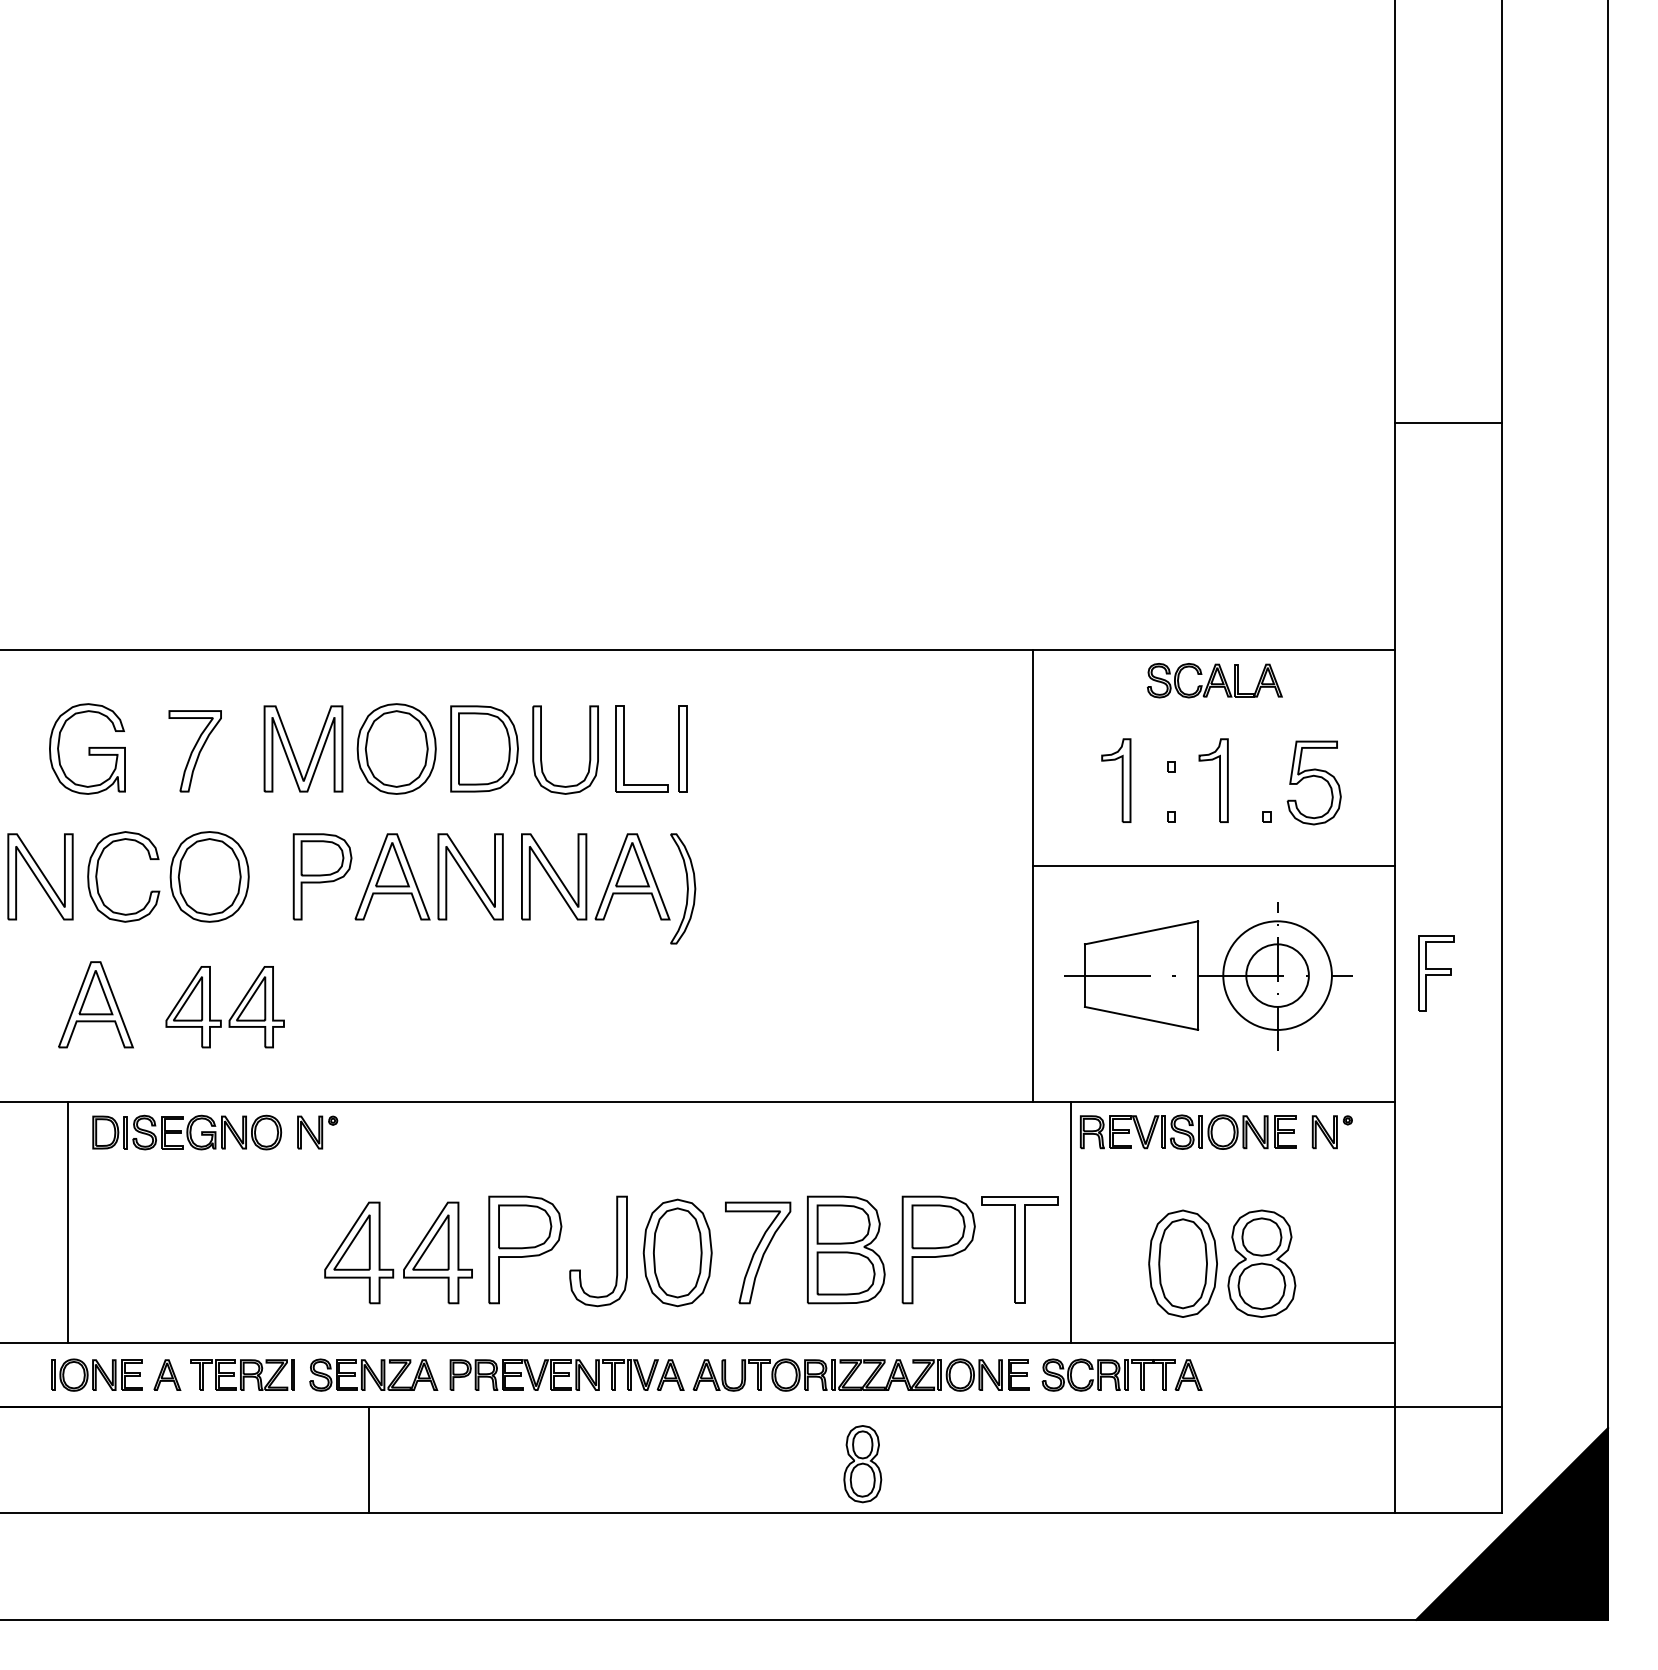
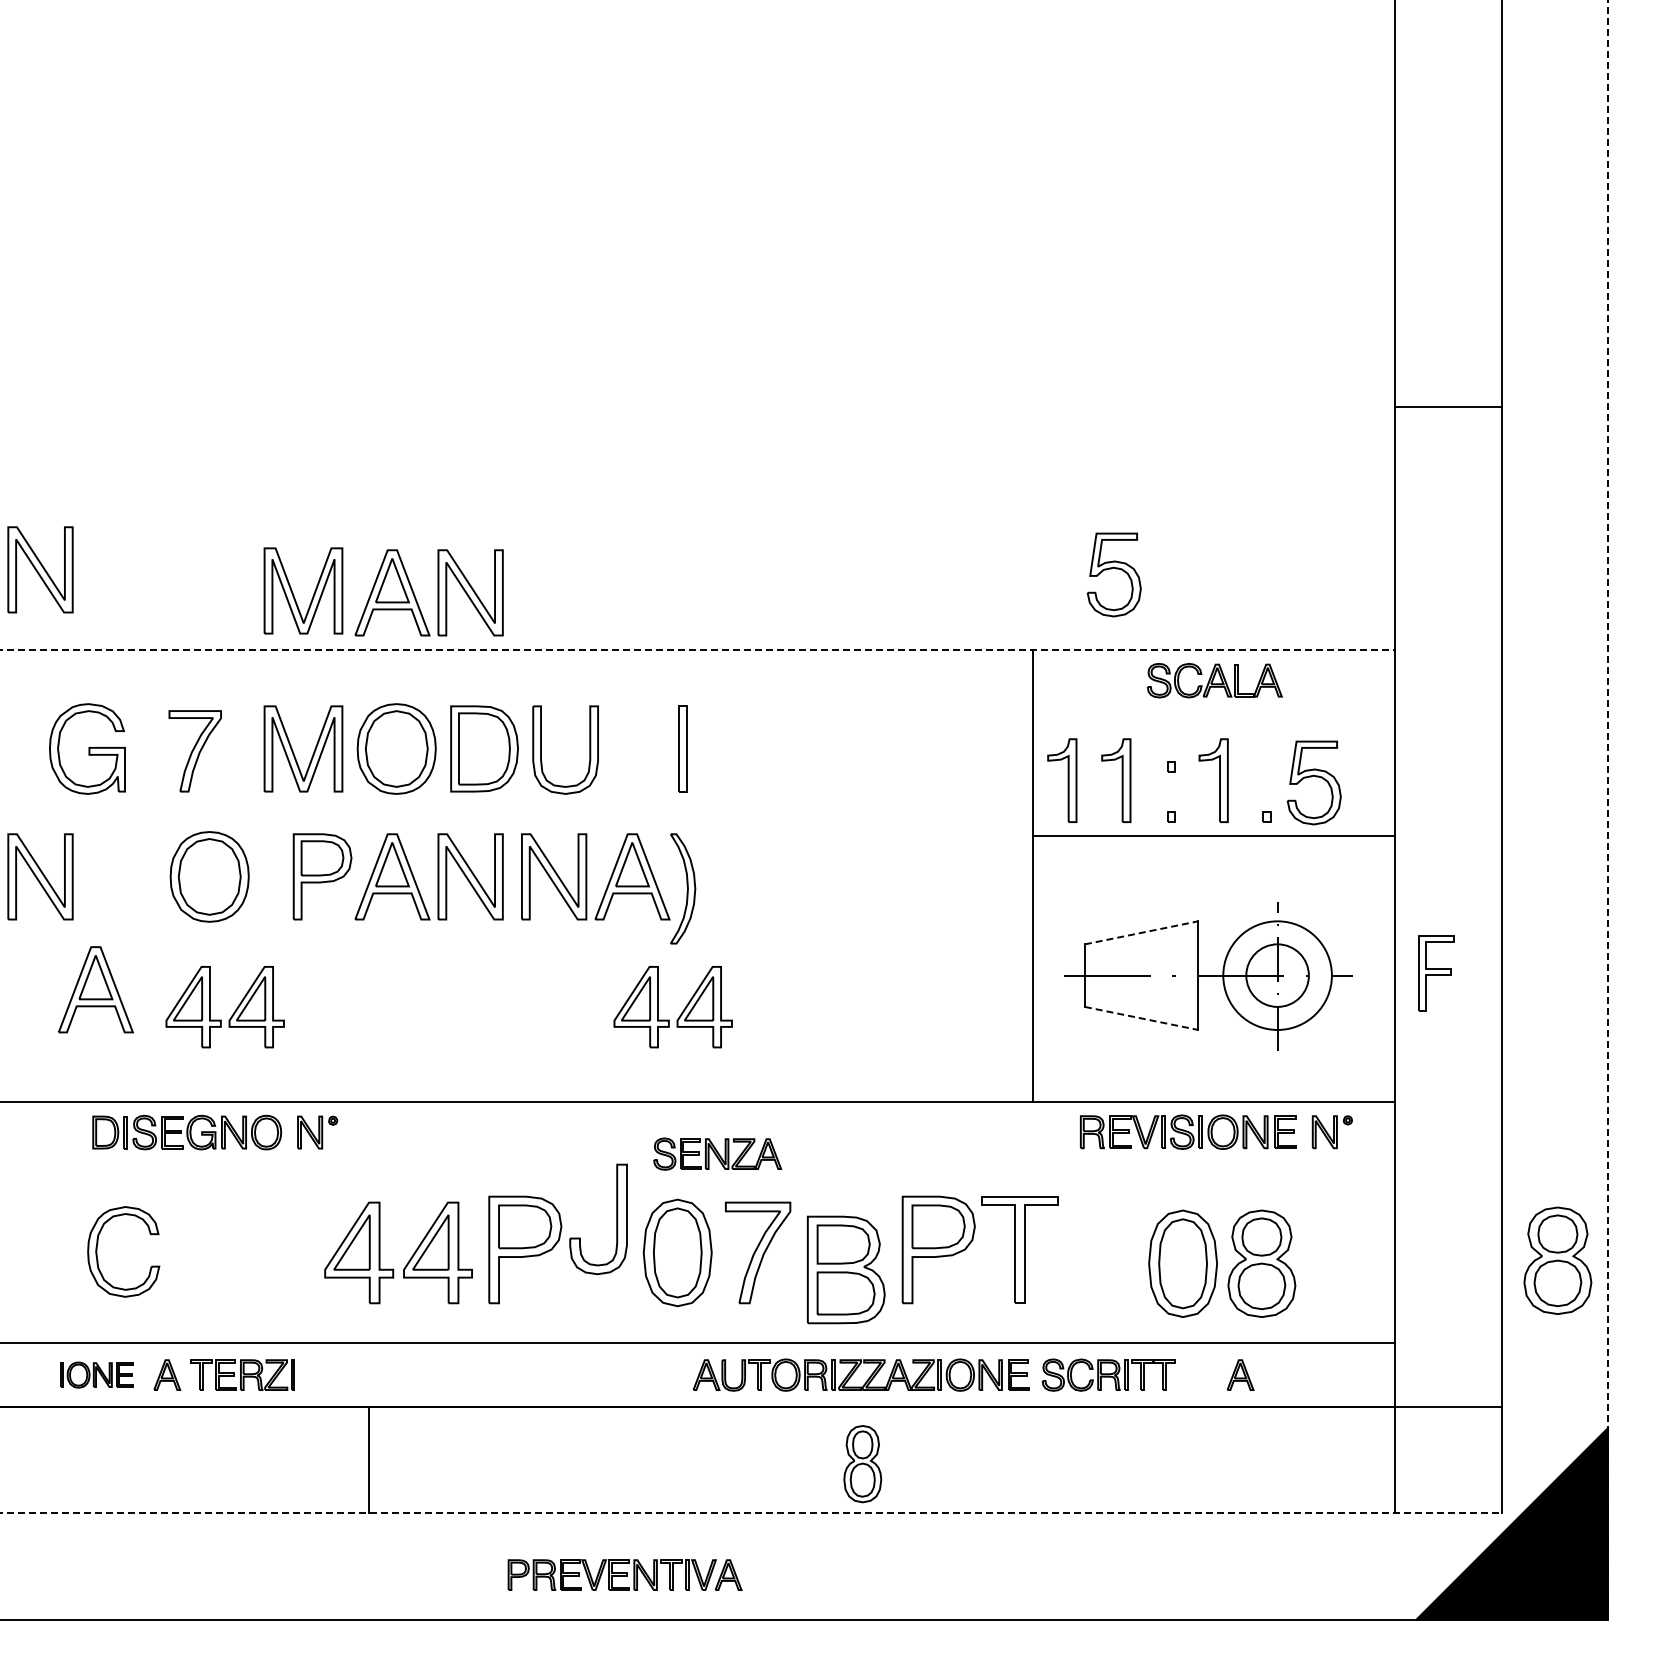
line at (1447, 422) position: (1447, 422) -> (1447, 406)
part at (40, 569): none -> present
part at (1113, 574): none -> present
part at (293, 592): none -> present
part at (437, 592): none -> present
line at (697, 649): solid -> dashed
part at (624, 748): present -> none
part at (1062, 780): none -> present
line at (1608, 810): solid -> dashed
line at (1213, 865) position: (1213, 865) -> (1213, 835)
part at (97, 876) position: (97, 876) -> (97, 1251)
line at (1141, 932): solid -> dashed
part at (95, 1004) position: (95, 1004) -> (95, 989)
part at (681, 1012): none -> present
line at (1141, 1018): solid -> dashed
line at (68, 1221): present -> none
line at (1070, 1221): present -> none
part at (846, 1249) position: (846, 1249) -> (846, 1269)
part at (616, 1251) position: (616, 1251) -> (616, 1219)
part at (1557, 1260): none -> present
part at (96, 1374) size: 92x34 px -> 74x28 px
part at (373, 1374) position: (373, 1374) -> (717, 1153)
part at (566, 1374) position: (566, 1374) -> (624, 1574)
part at (1188, 1374) position: (1188, 1374) -> (1240, 1374)
line at (751, 1513): solid -> dashed
